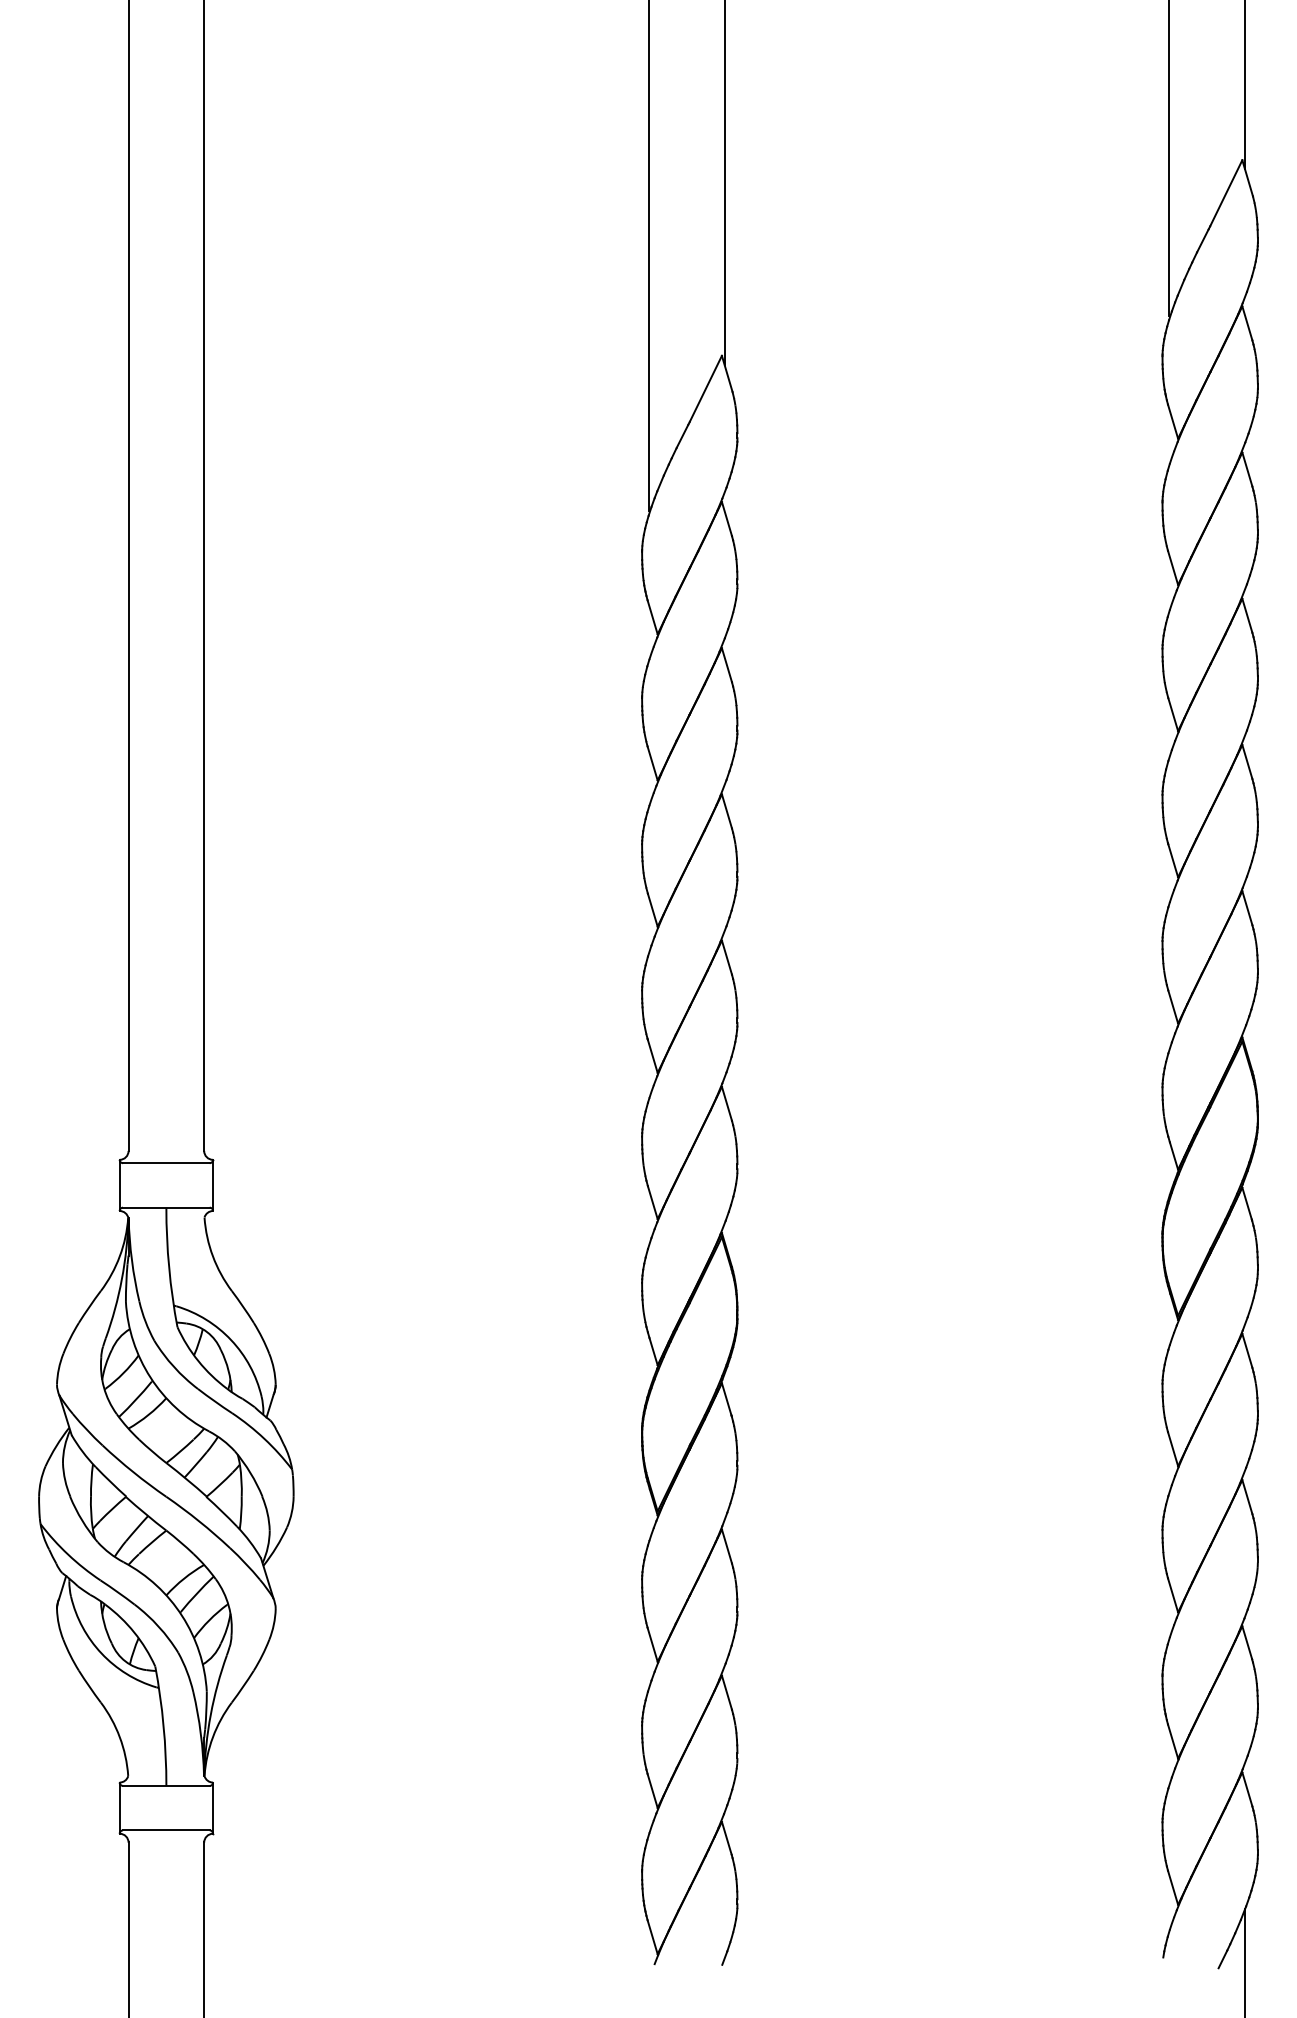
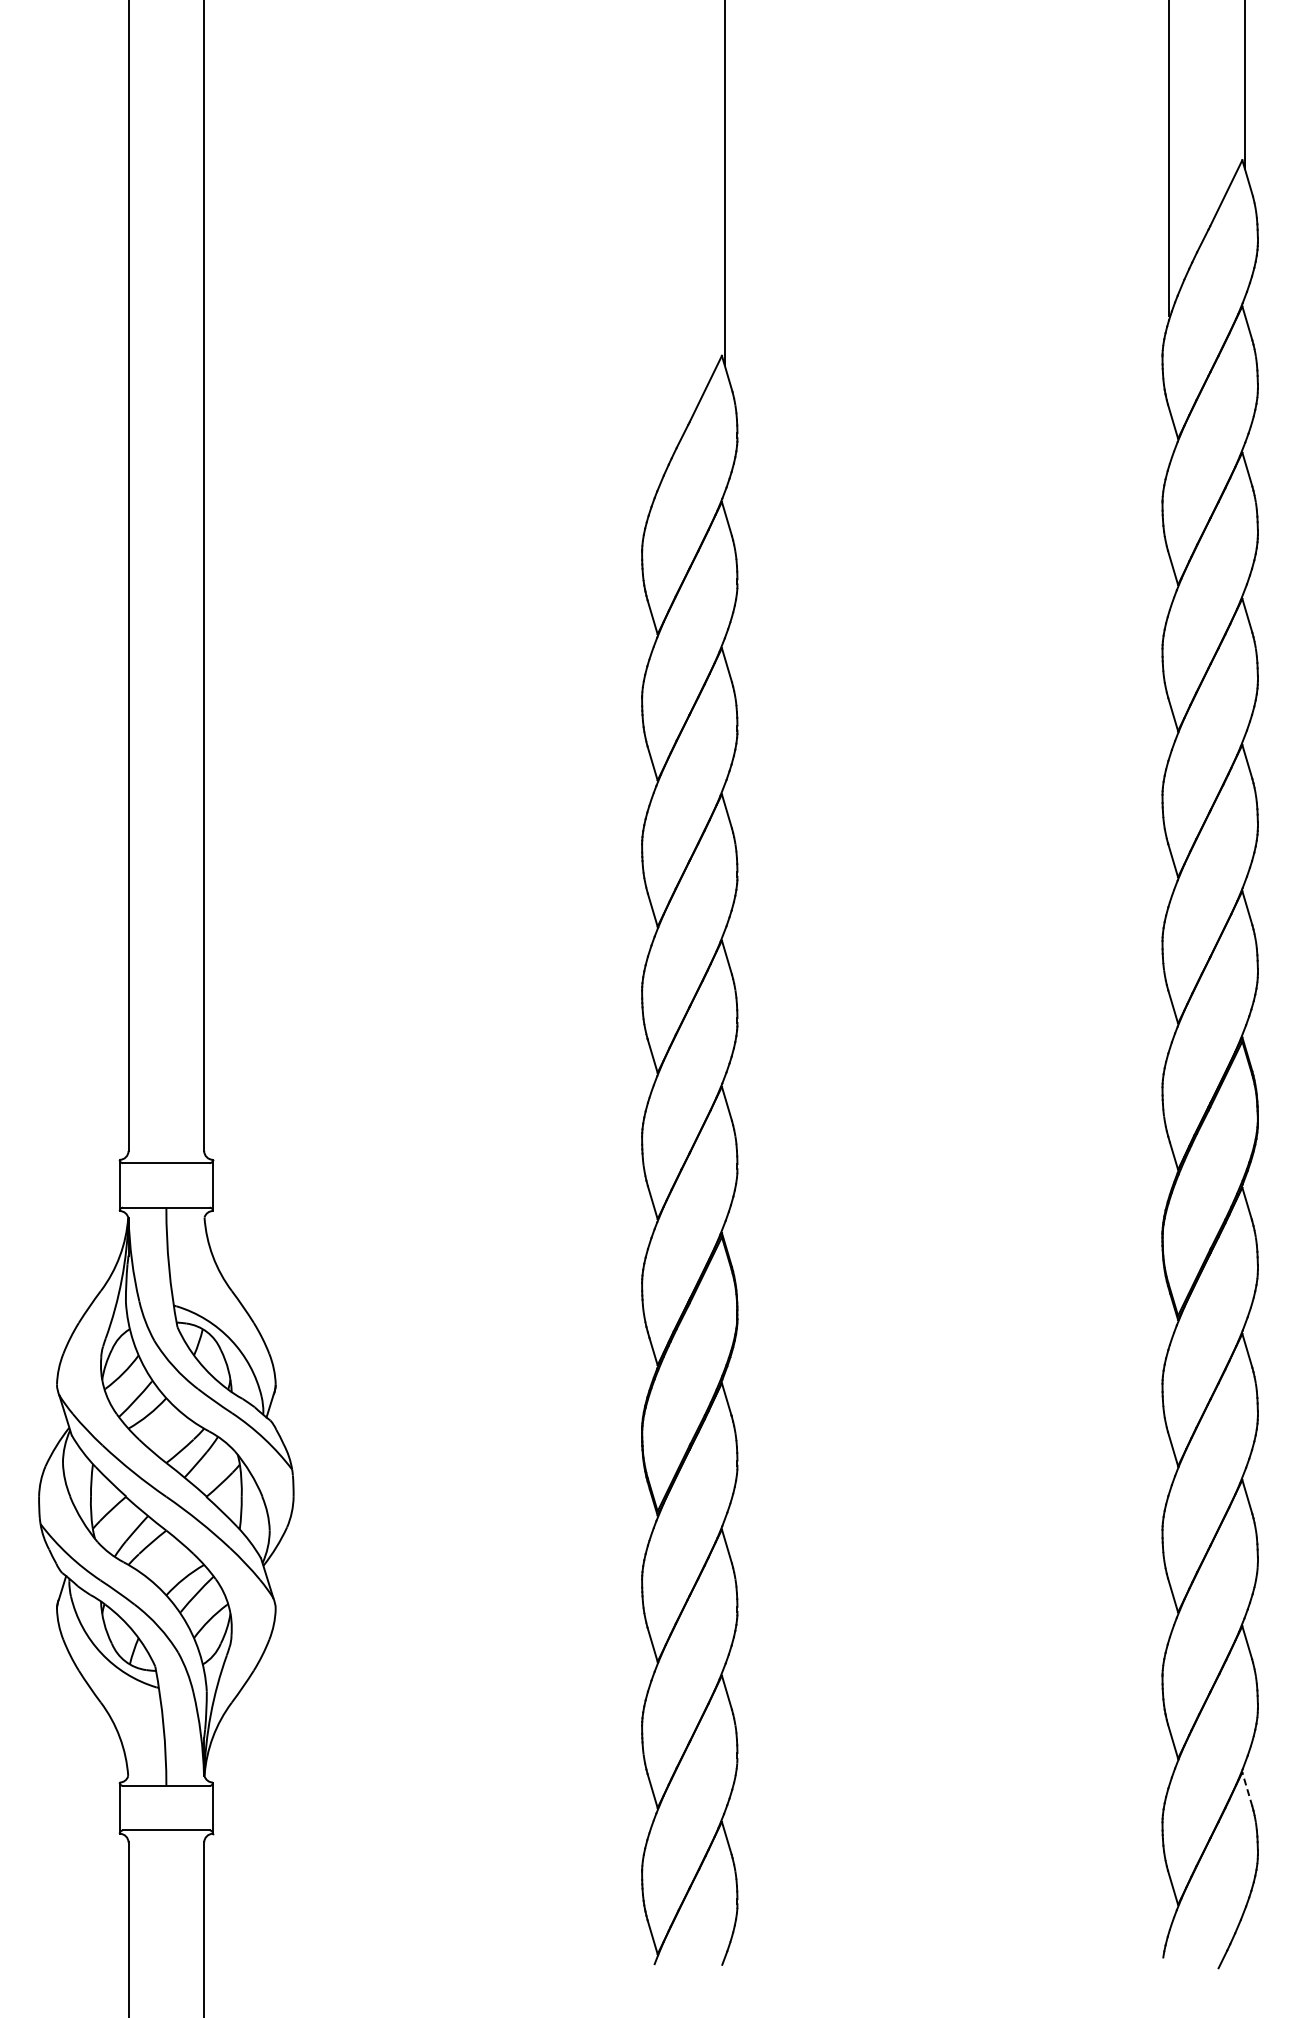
line at (648, 256): present -> none
line at (1247, 1789): solid -> dashed
line at (1245, 1961): present -> none
